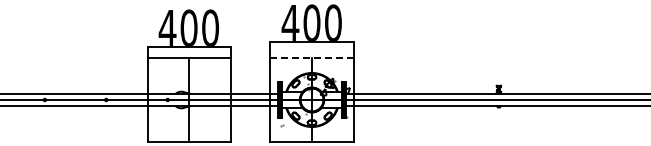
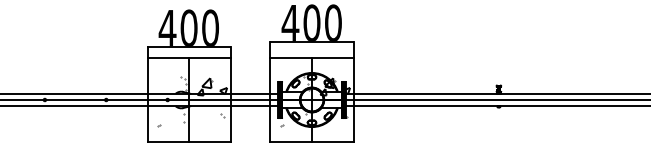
line at (312, 58): dashed -> solid
hatch at (192, 101): none -> present
